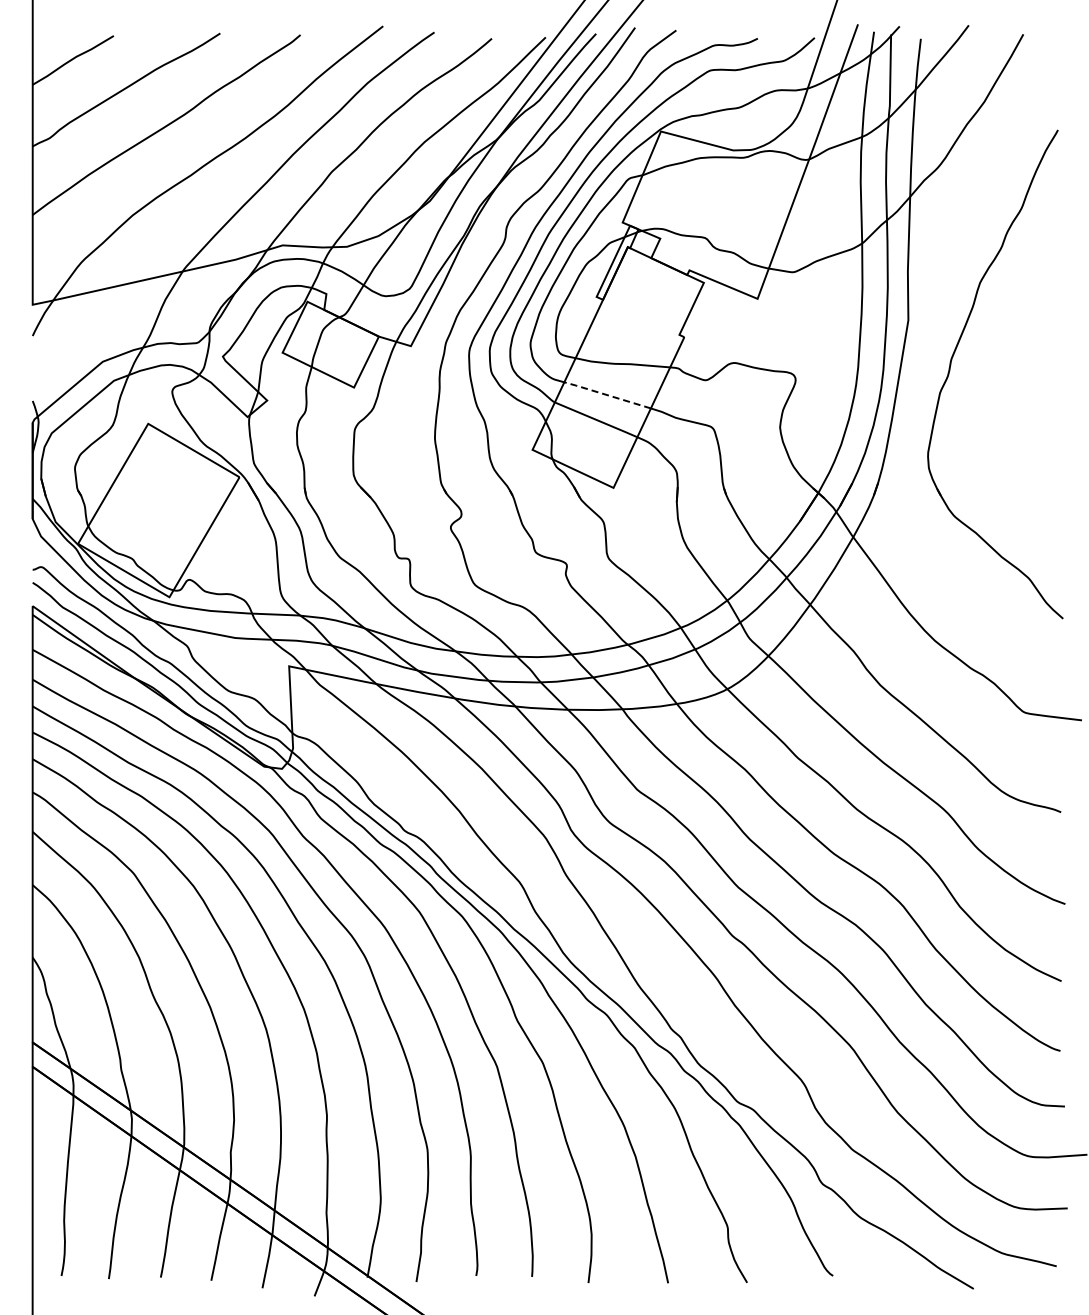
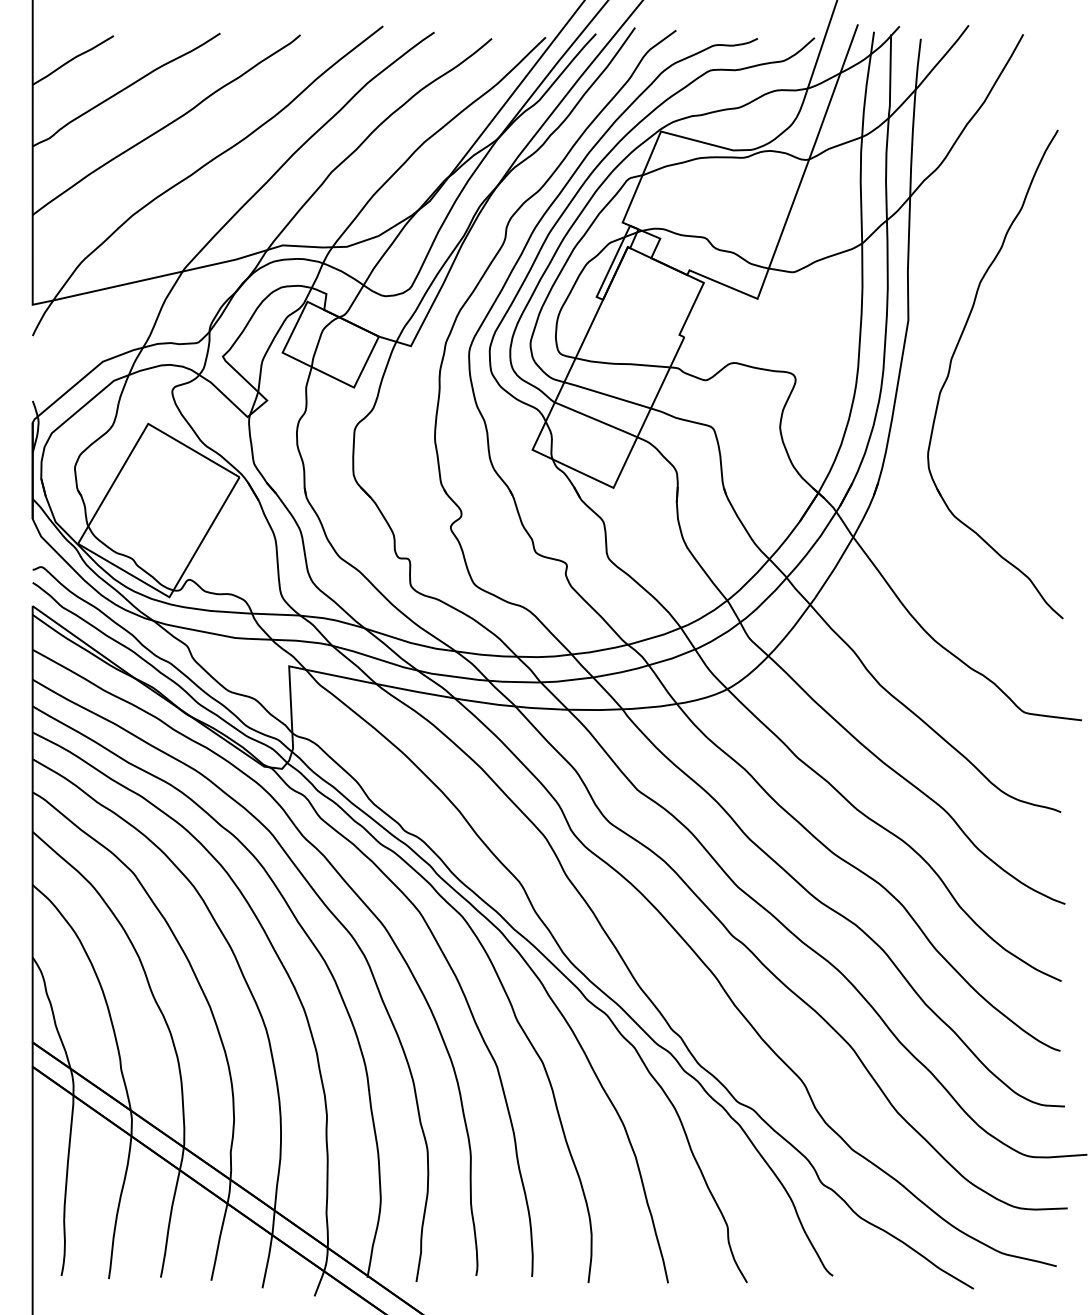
line at (606, 394): dashed -> solid
